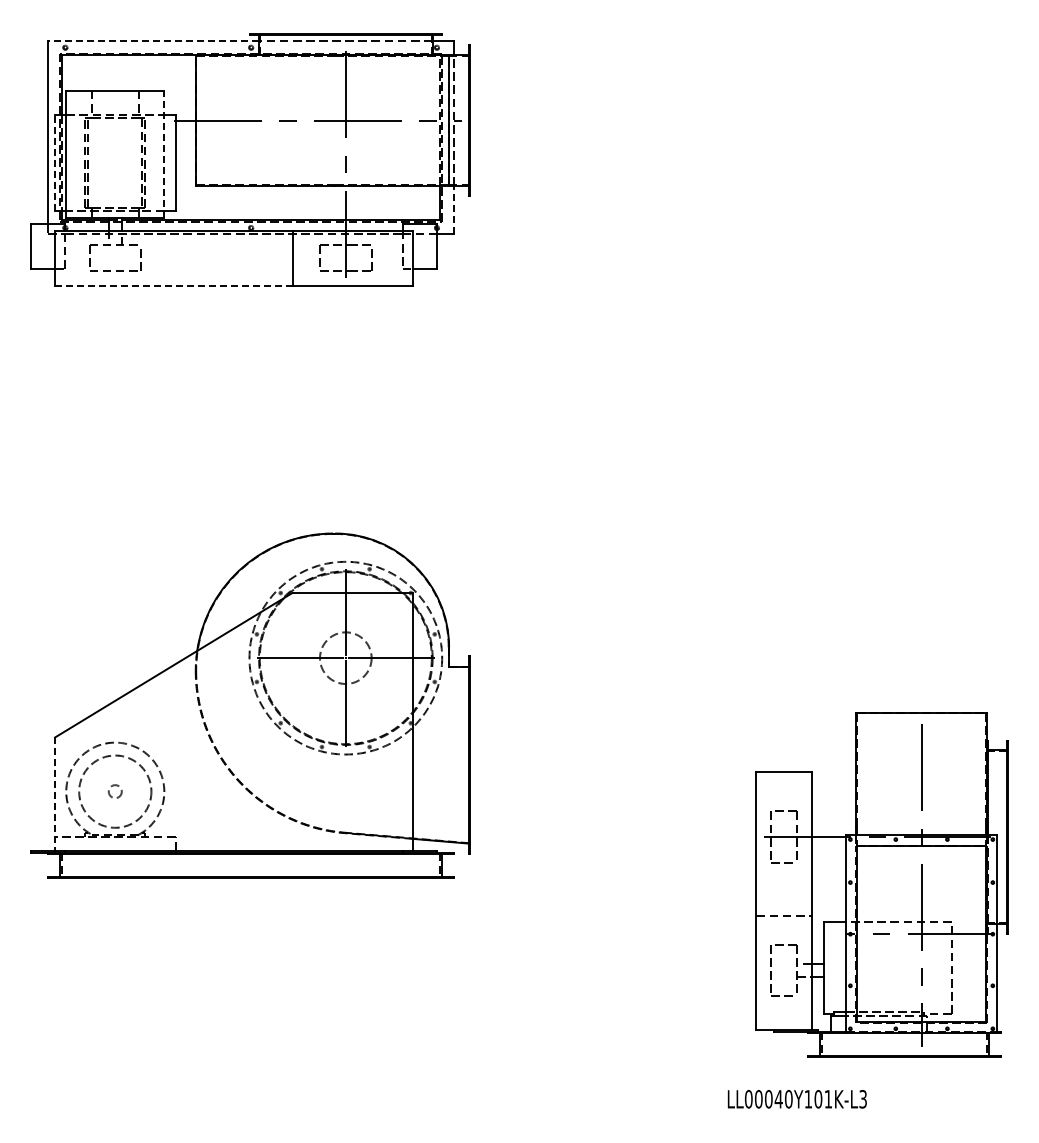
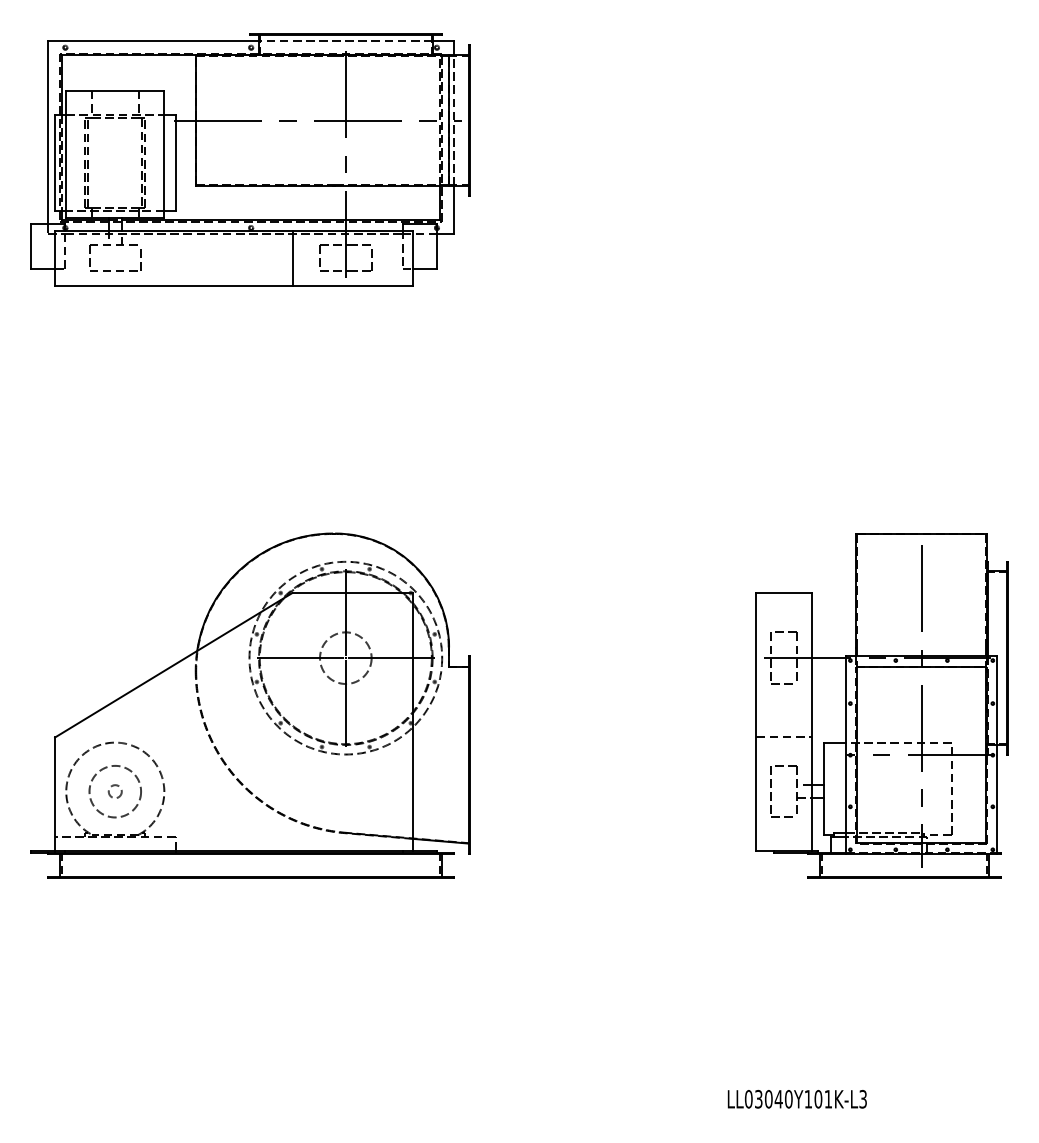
line at (153, 41): dashed -> solid
line at (164, 154): dashed -> solid
line at (55, 162): dashed -> solid
line at (454, 209): dashed -> solid
line at (173, 285): dashed -> solid
circle at (115, 791) diameter: 72 px -> 52 px
line at (55, 794): dashed -> solid
part at (881, 884) position: (881, 884) -> (881, 705)
text at (758, 1099): LL00040Y101K-L3 -> LL03040Y101K-L3
